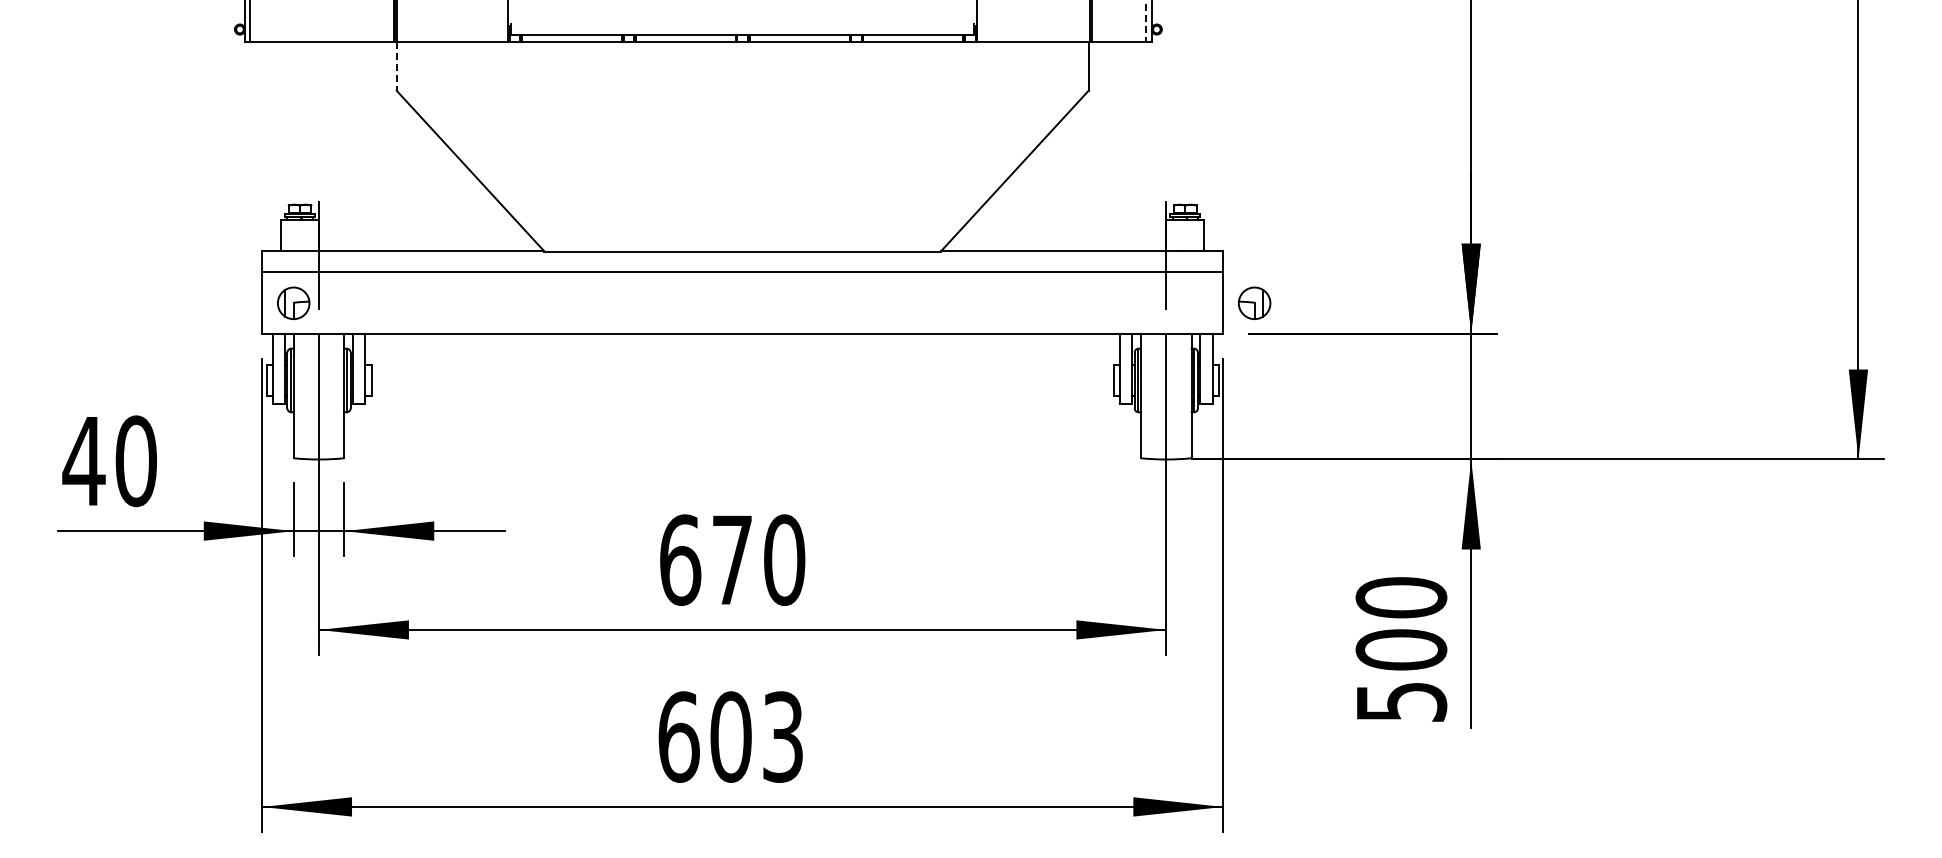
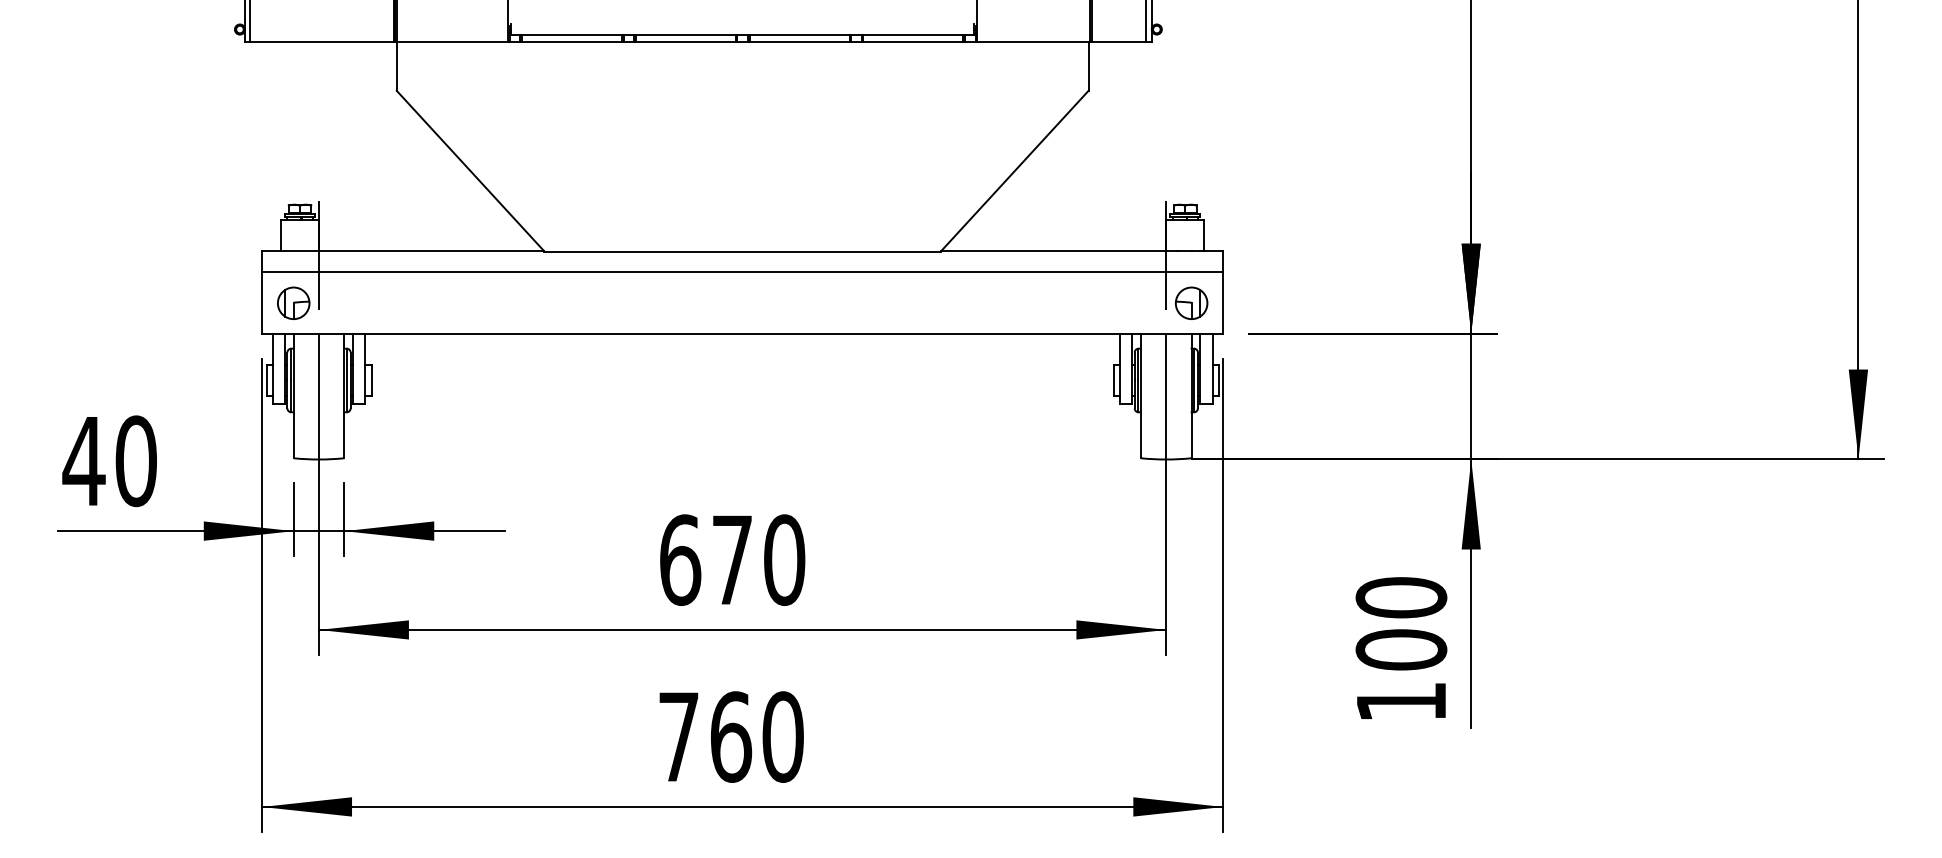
line at (1146, 21): dashed -> solid
line at (396, 67): dashed -> solid
part at (1254, 302) position: (1254, 302) -> (1191, 302)
text at (1402, 702): 500 -> 100
text at (730, 736): 603 -> 760
